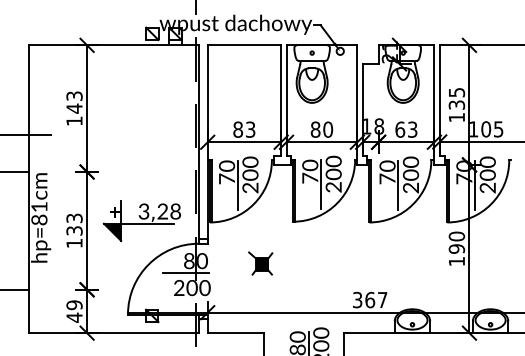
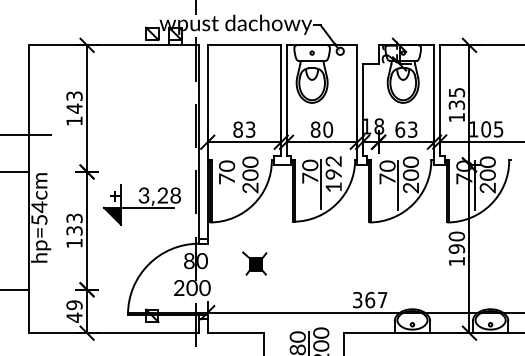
text at (333, 173): 200 -> 192
line at (237, 185): present -> none
text at (39, 213): hp=81cm -> hp=54cm
part at (141, 220) position: (141, 220) -> (141, 204)
part at (260, 263) position: (260, 263) -> (254, 263)
line at (185, 273): present -> none
